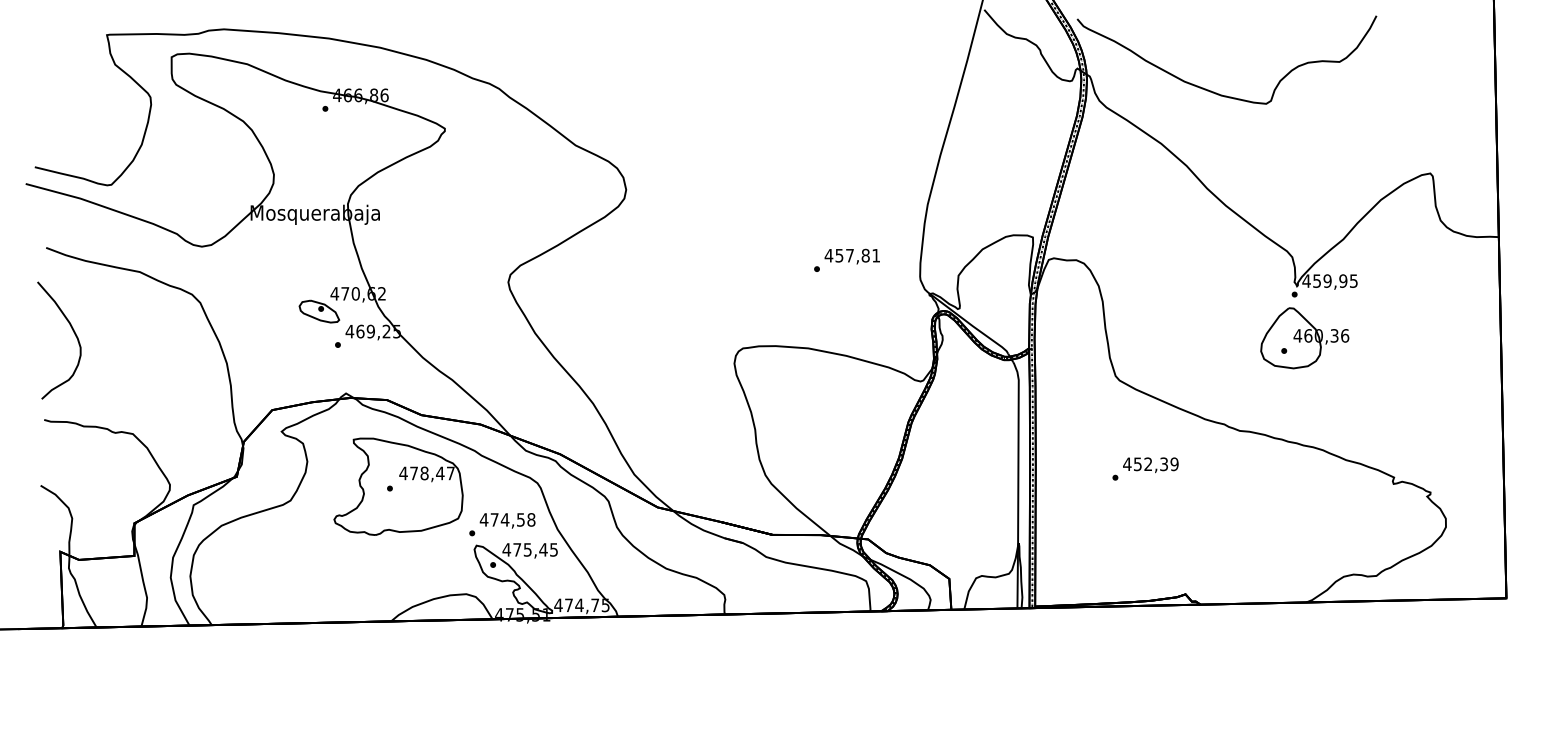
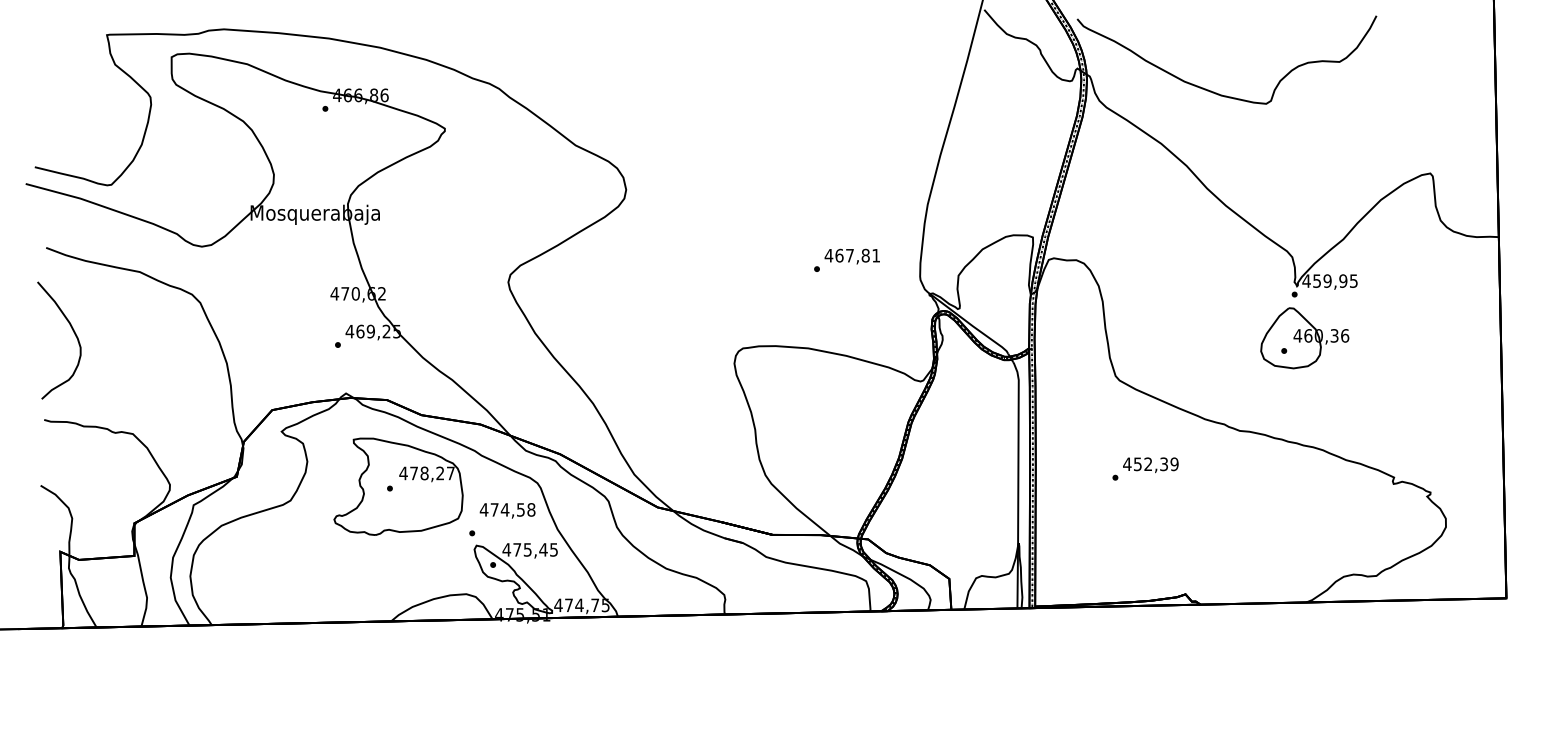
text at (839, 255): 457,81 -> 467,81
part at (319, 311): present -> none
text at (440, 473): 478,47 -> 478,27
text at (507, 520) position: (507, 520) -> (507, 510)
